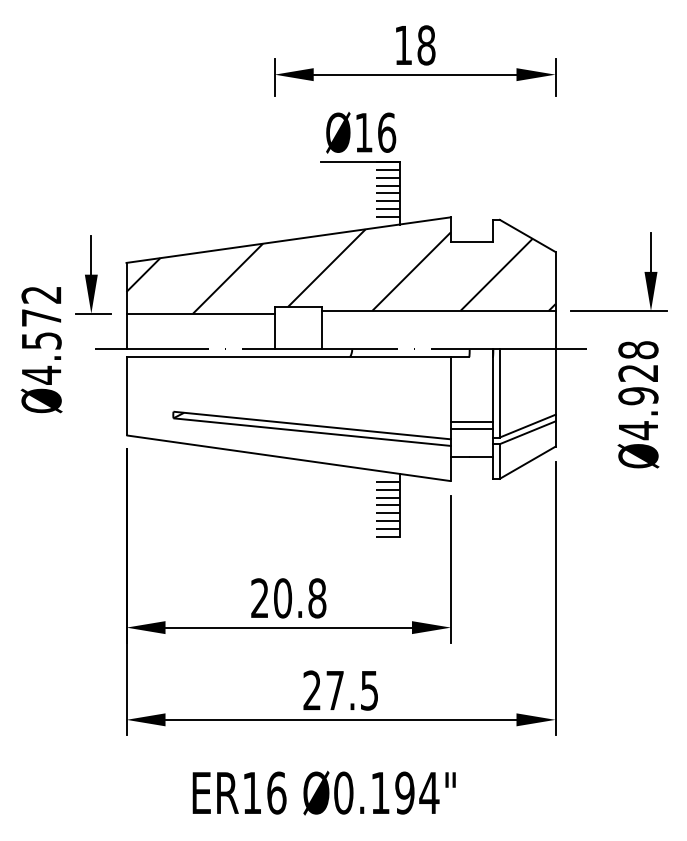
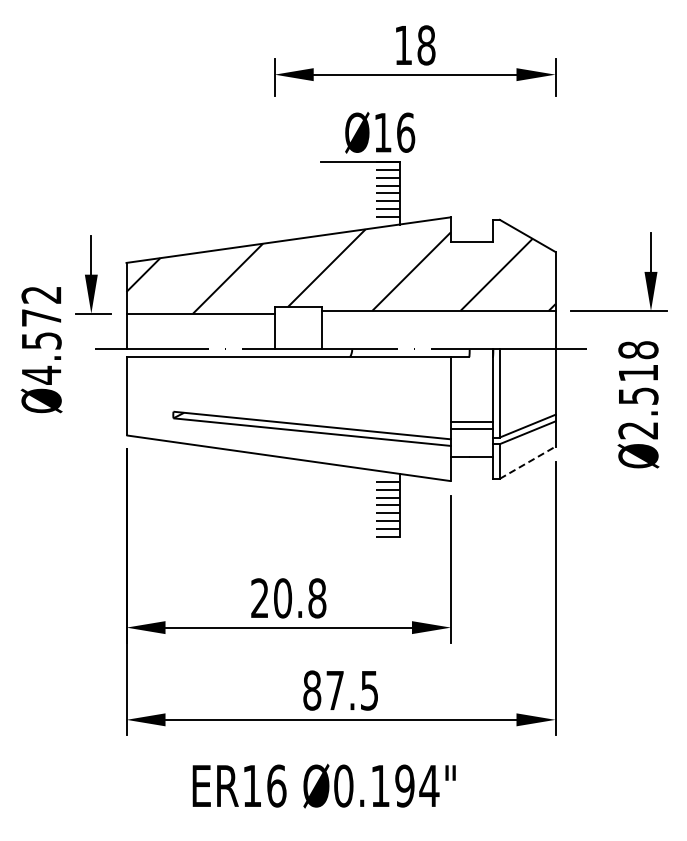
text at (361, 132) position: (361, 132) -> (380, 132)
text at (638, 402): 4.928 -> 2.518
line at (528, 462): solid -> dashed
text at (312, 690): 27.5 -> 87.5
text at (323, 792) position: (323, 792) -> (323, 785)
